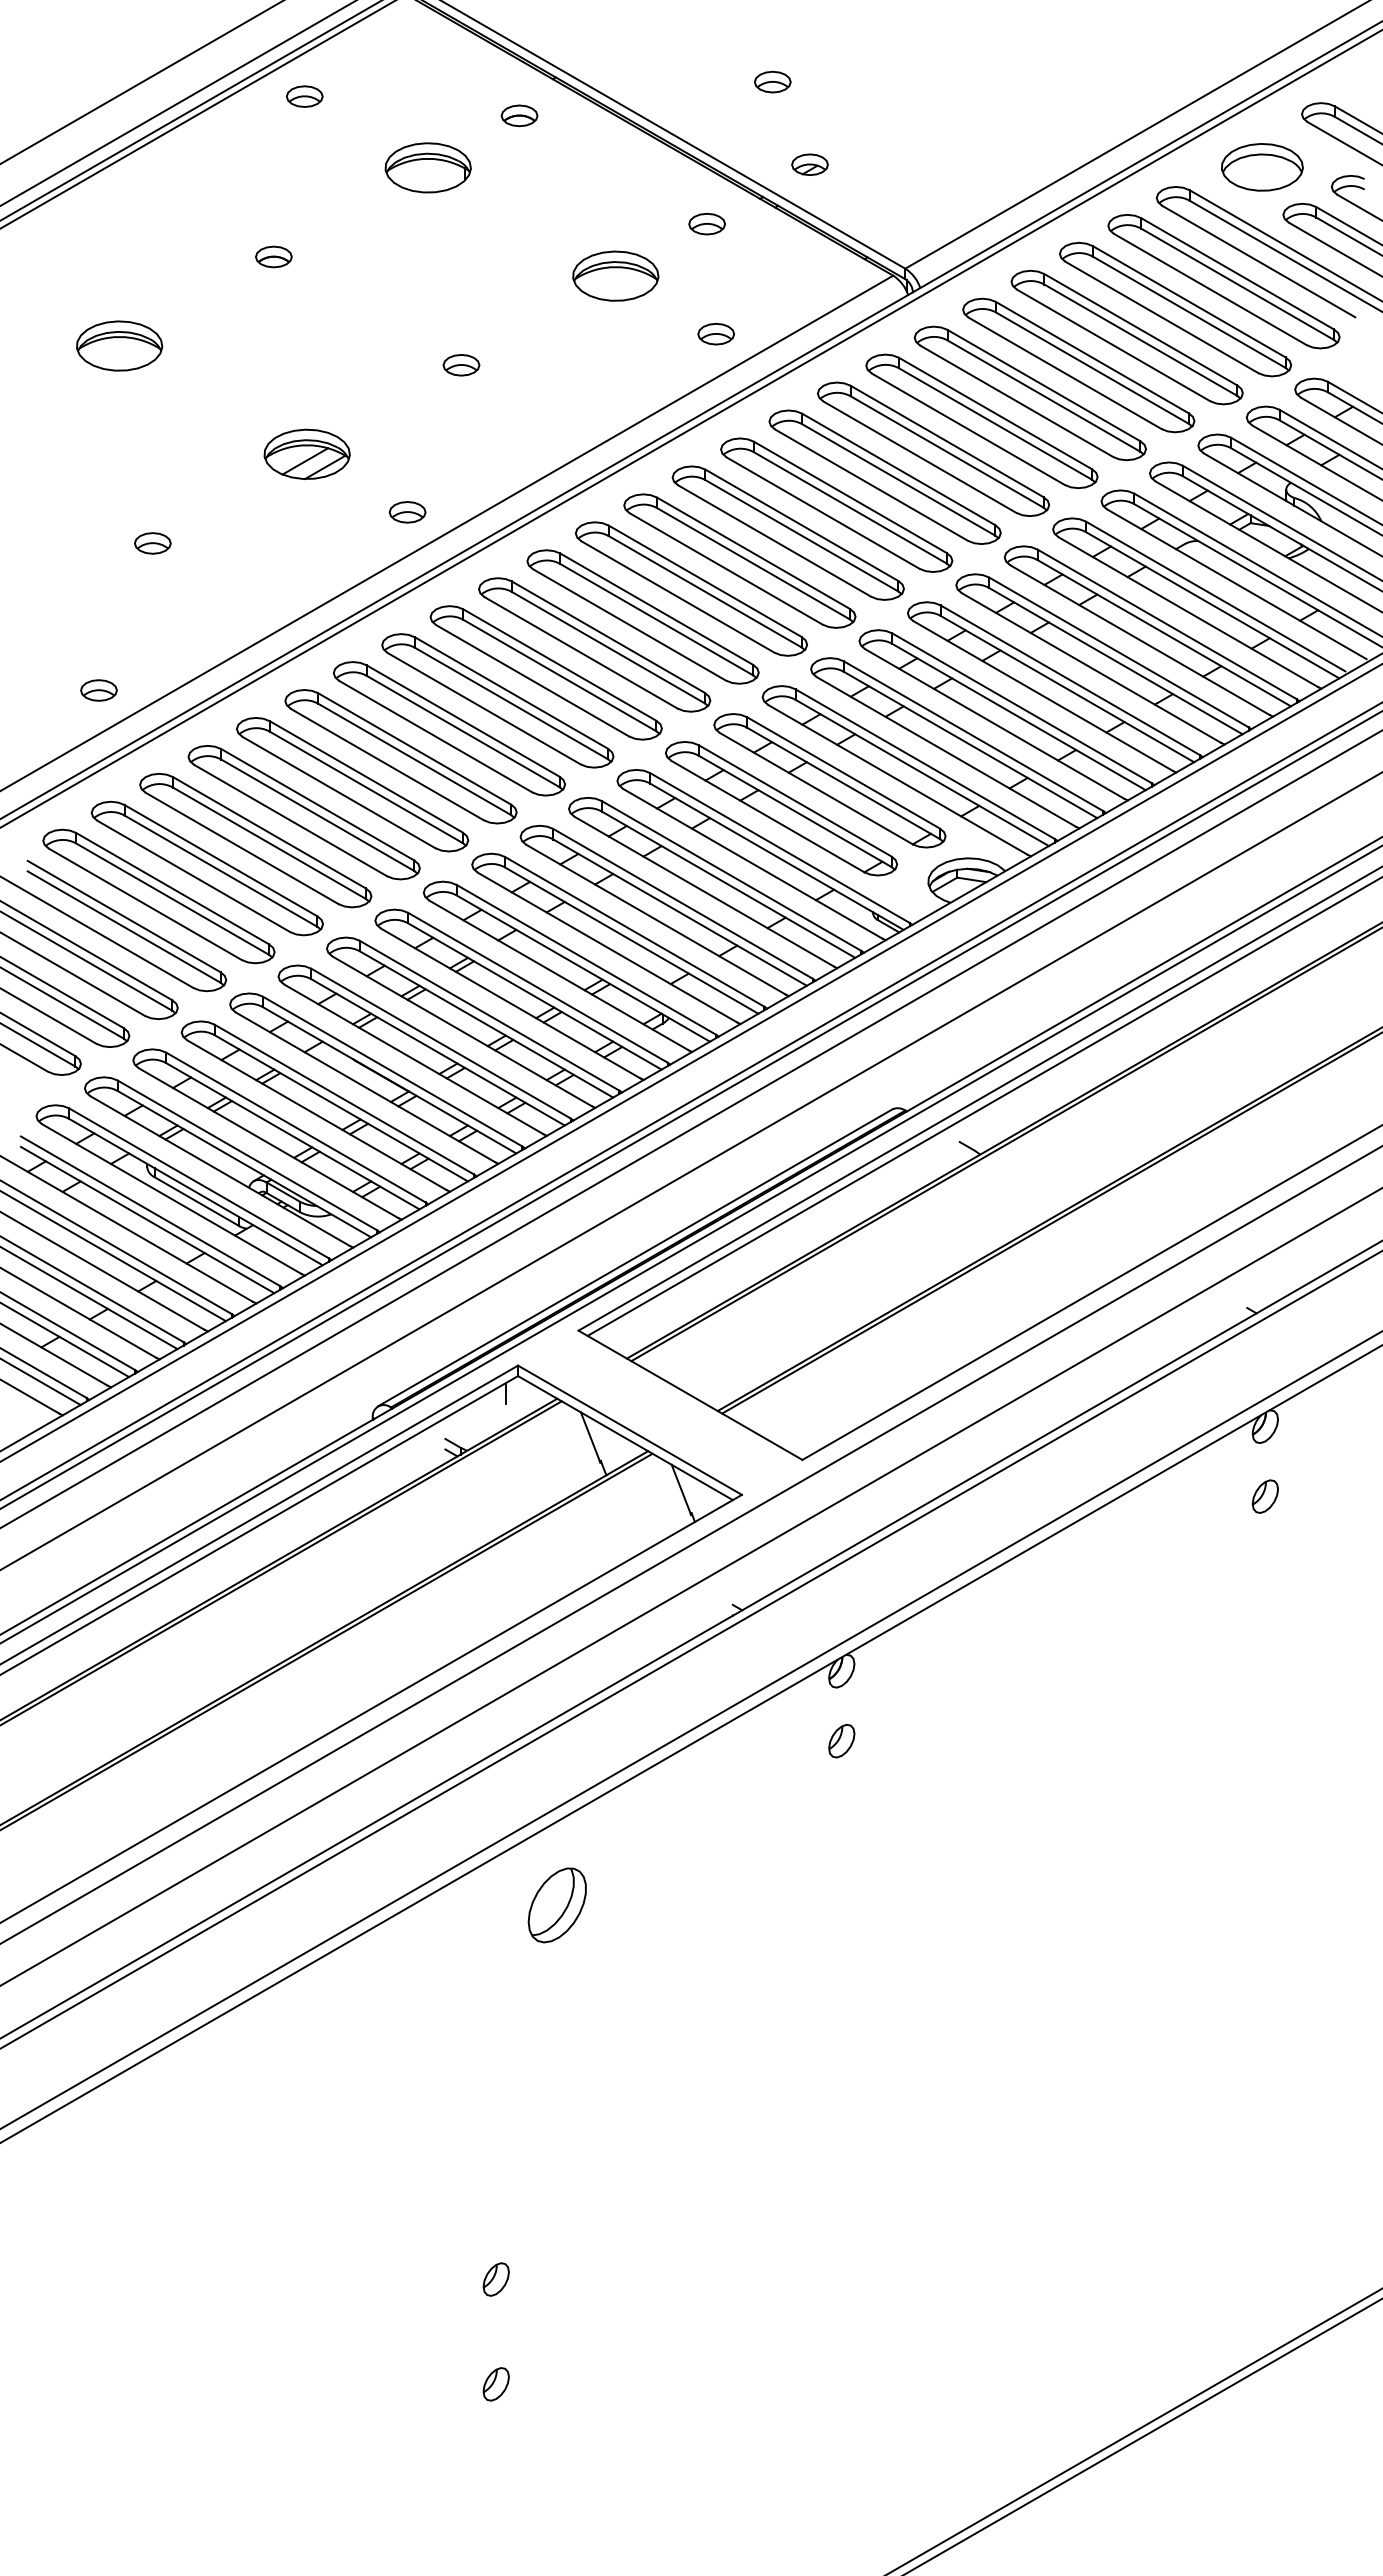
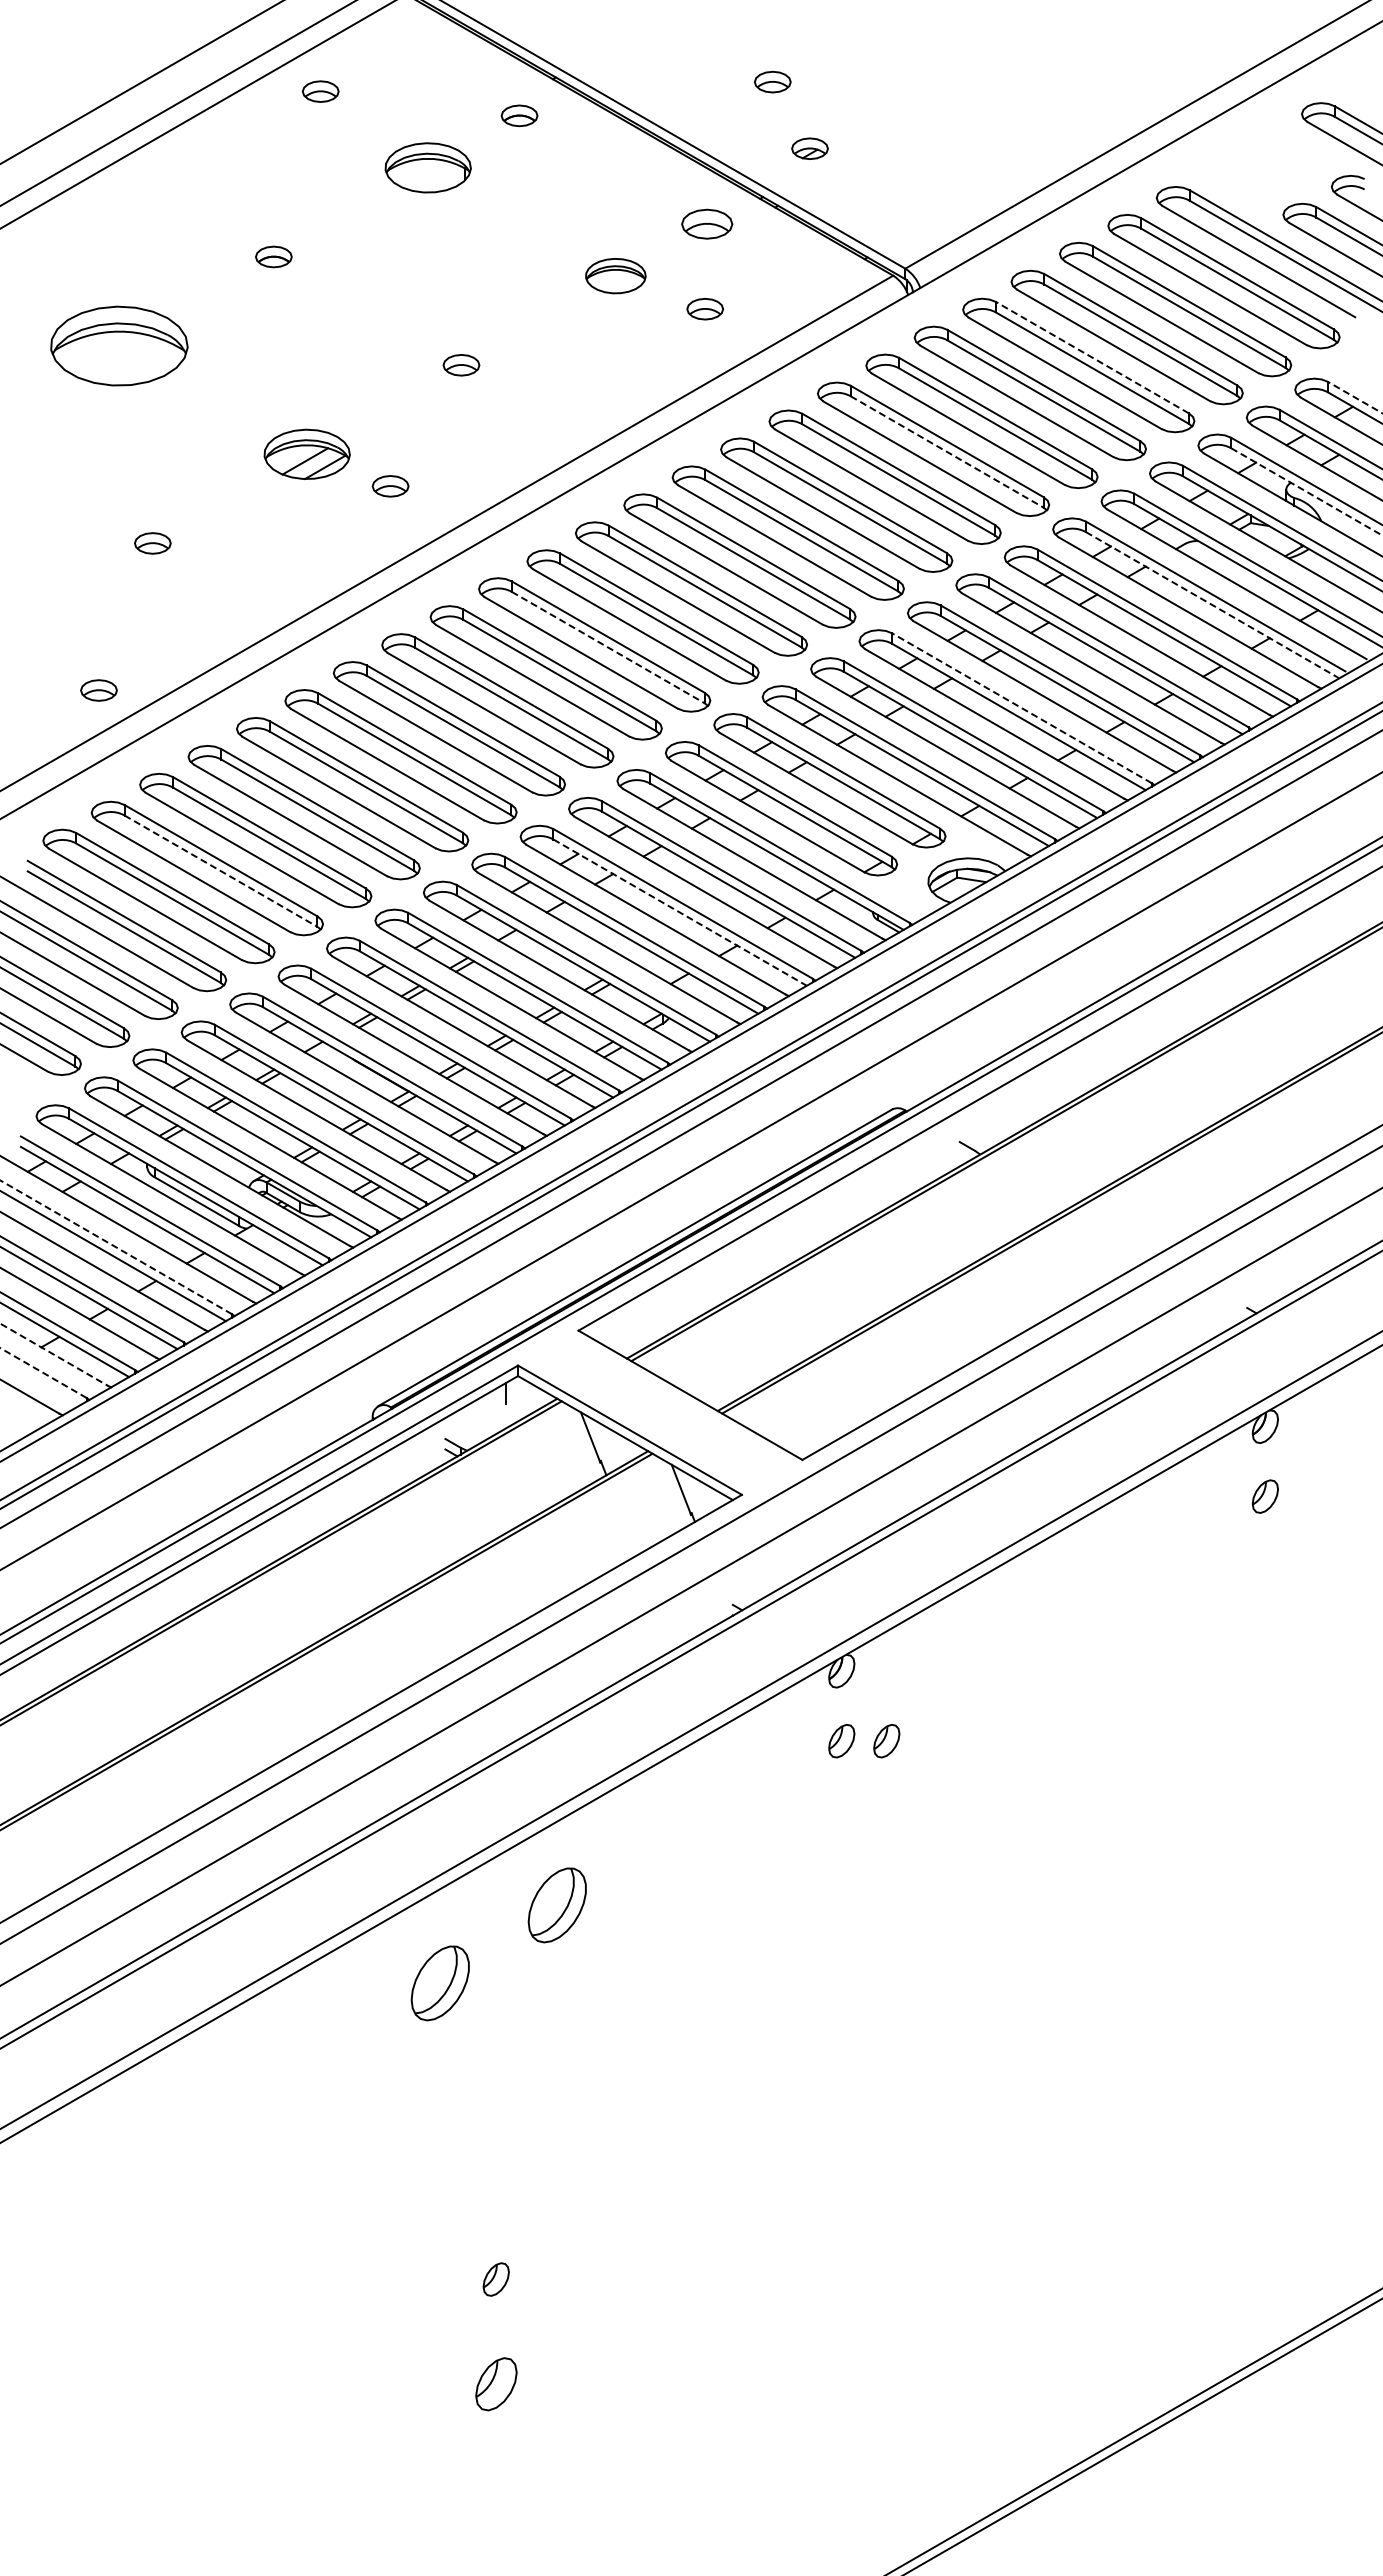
part at (304, 96) position: (304, 96) -> (320, 91)
line at (190, 110): present -> none
part at (809, 164) position: (809, 164) -> (809, 148)
part at (1262, 167): present -> none
part at (706, 223) size: 38x24 px -> 53x32 px
part at (615, 275) size: 88x52 px -> 62x37 px
part at (715, 334) position: (715, 334) -> (704, 309)
part at (119, 345) size: 88x52 px -> 139x82 px
line at (1091, 357): solid -> dashed
line at (1354, 397): solid -> dashed
line at (690, 428): present -> none
line at (947, 452): solid -> dashed
line at (1307, 492): solid -> dashed
part at (407, 512) position: (407, 512) -> (390, 486)
line at (1213, 605): solid -> dashed
line at (608, 647): solid -> dashed
line at (1022, 708): solid -> dashed
line at (221, 871): solid -> dashed
line at (680, 912): solid -> dashed
line at (983, 1106): present -> none
line at (116, 1247): solid -> dashed
line at (54, 1354): solid -> dashed
line at (43, 1373): solid -> dashed
line at (41, 1382): present -> none
part at (886, 1741): none -> present
part at (439, 1983): none -> present
part at (495, 2384) size: 28x35 px -> 43x55 px
